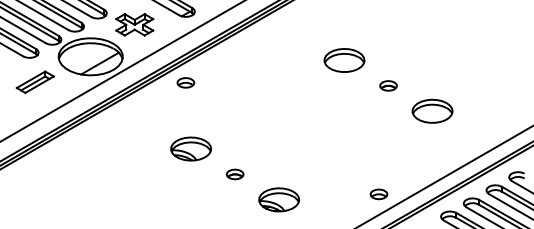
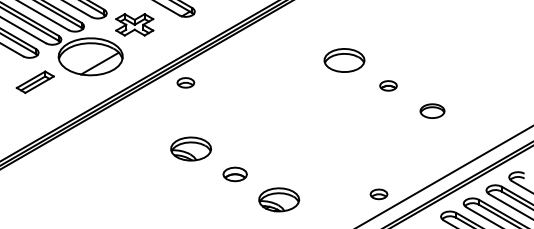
line at (122, 71): present -> none
part at (432, 110) size: 43x26 px -> 27x16 px
part at (234, 174) size: 20x13 px -> 26x17 px
